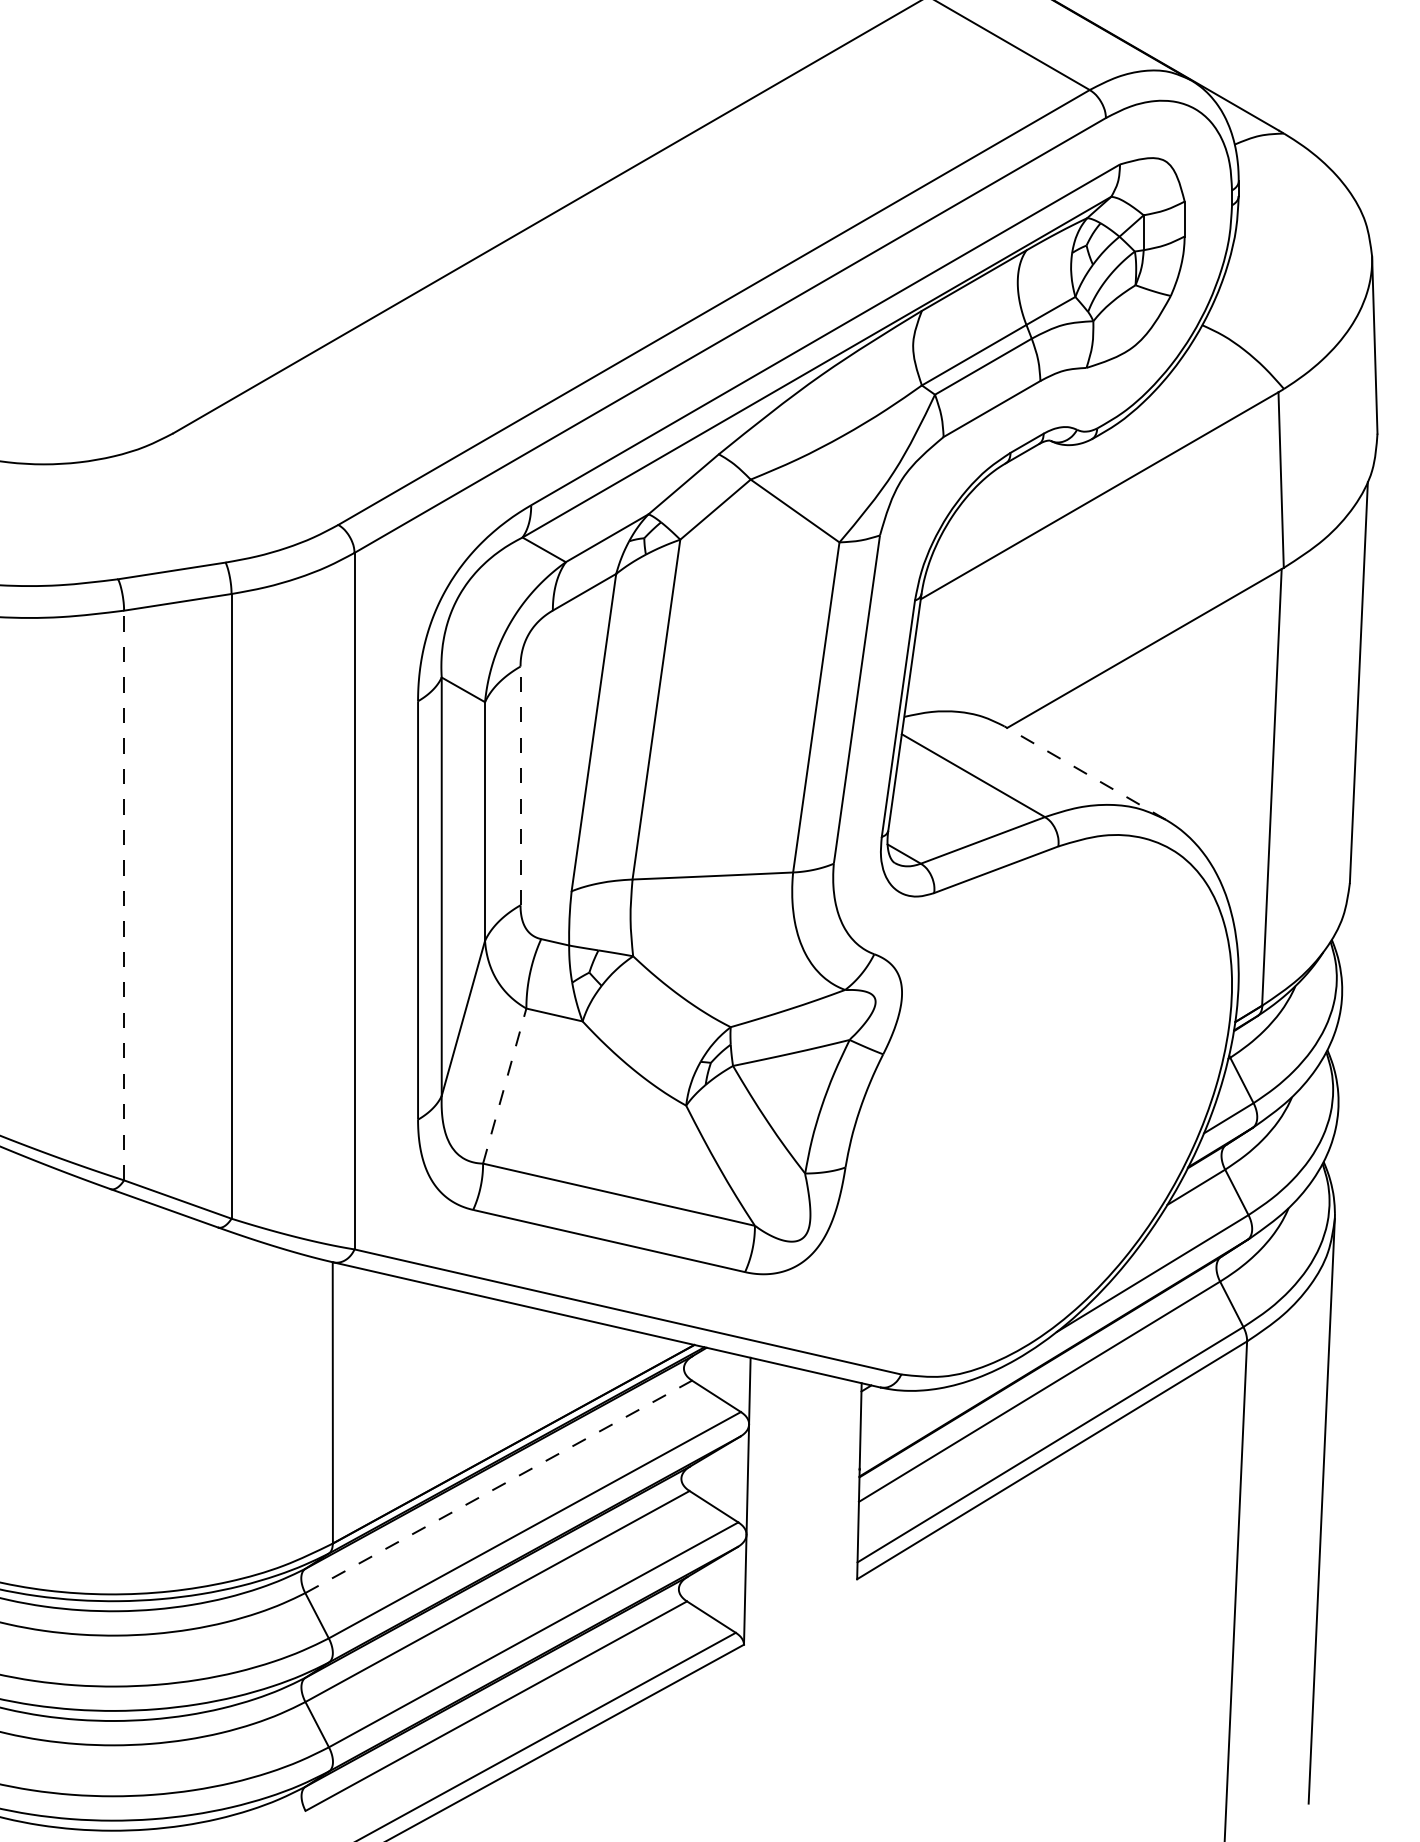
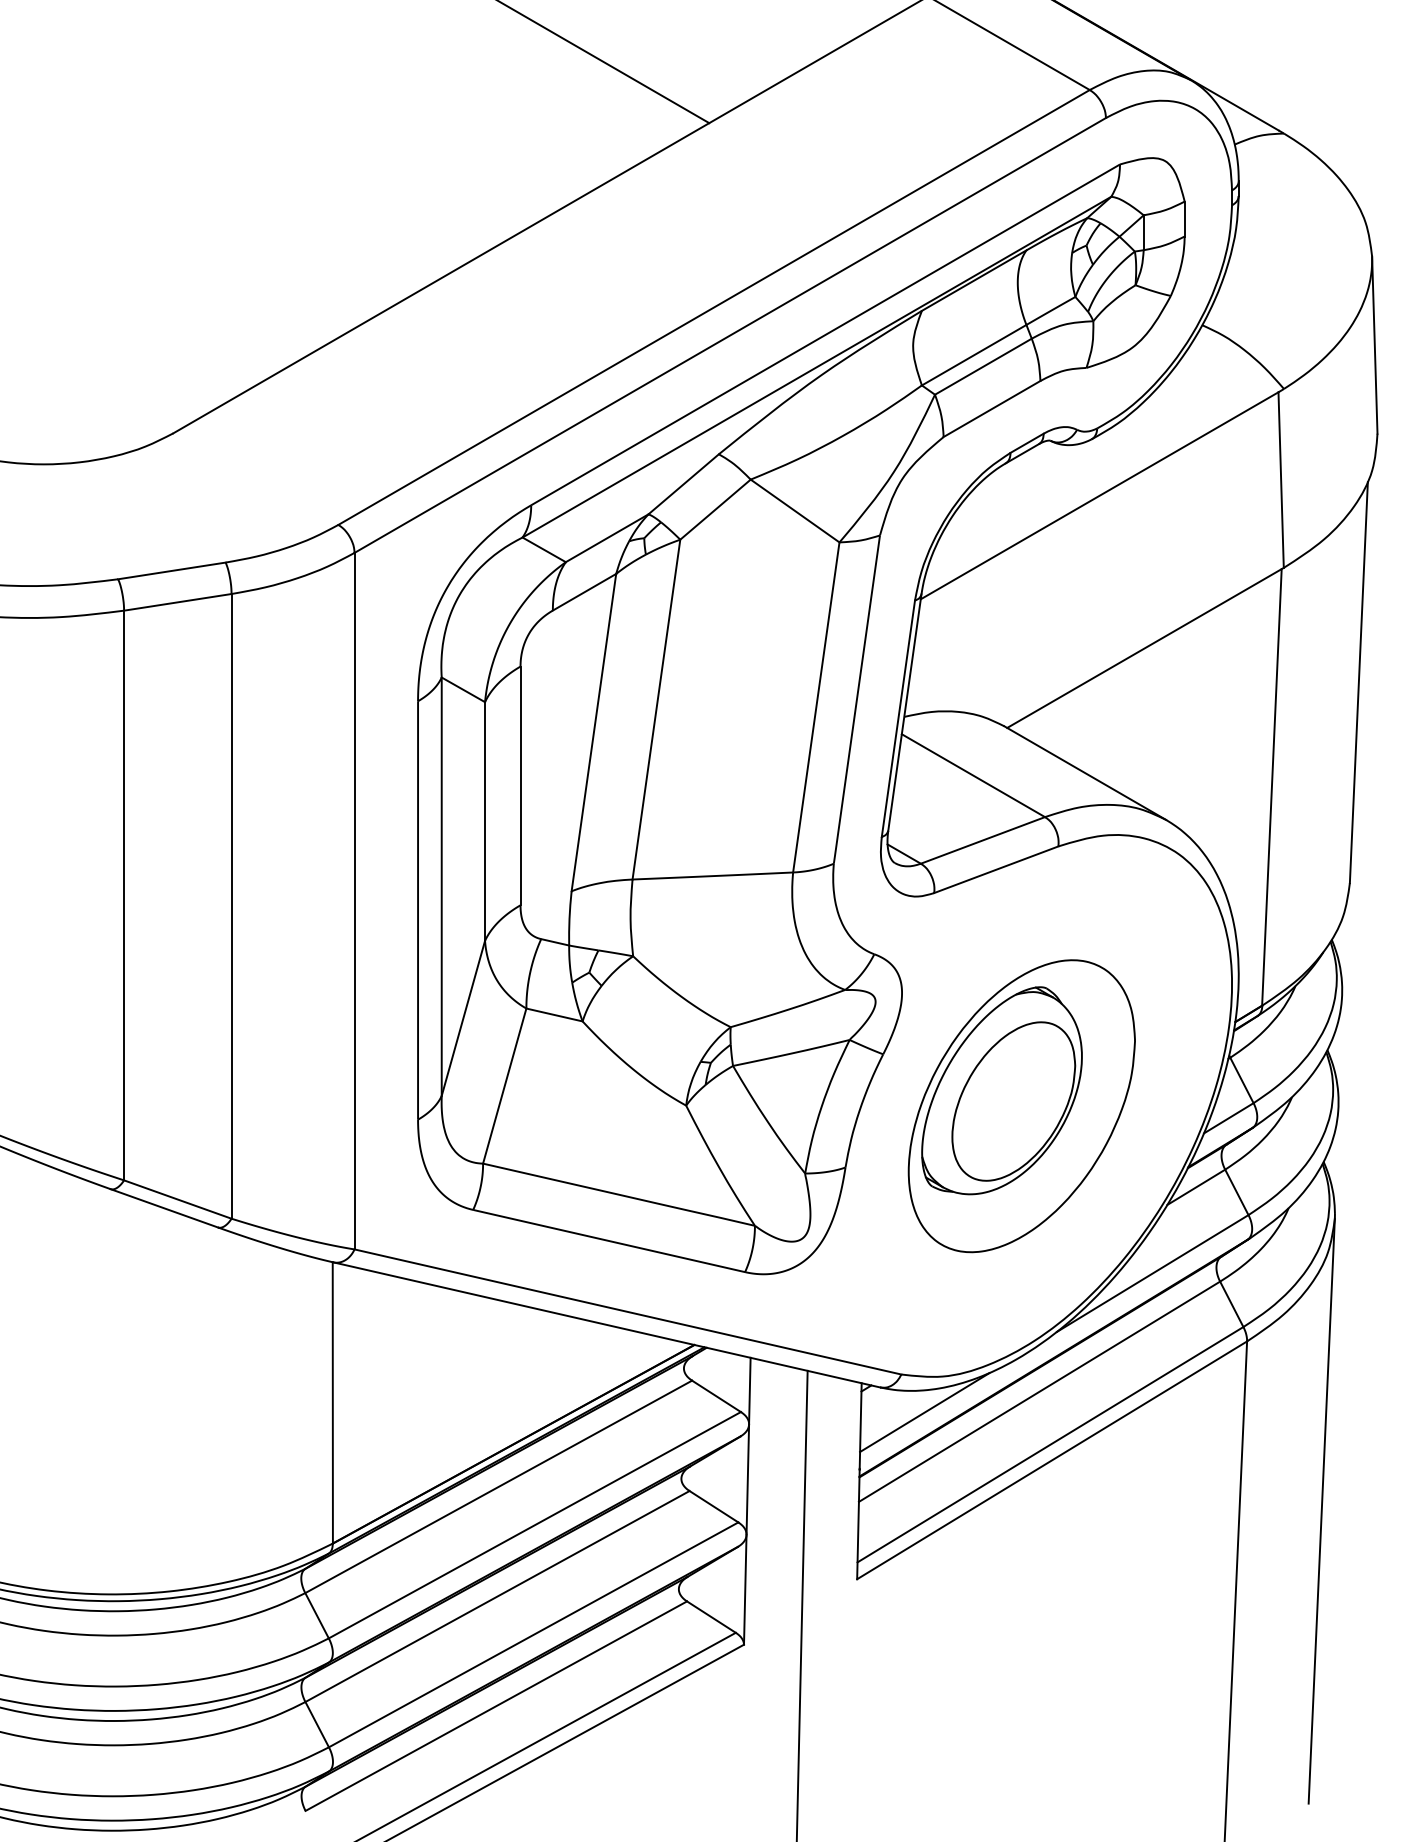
line at (604, 62): none -> present
line at (1084, 772): dashed -> solid
line at (520, 785): dashed -> solid
line at (124, 895): dashed -> solid
line at (504, 1086): dashed -> solid
part at (1021, 1106): none -> present
line at (924, 1412): none -> present
line at (498, 1486): dashed -> solid
line at (801, 1604): none -> present
